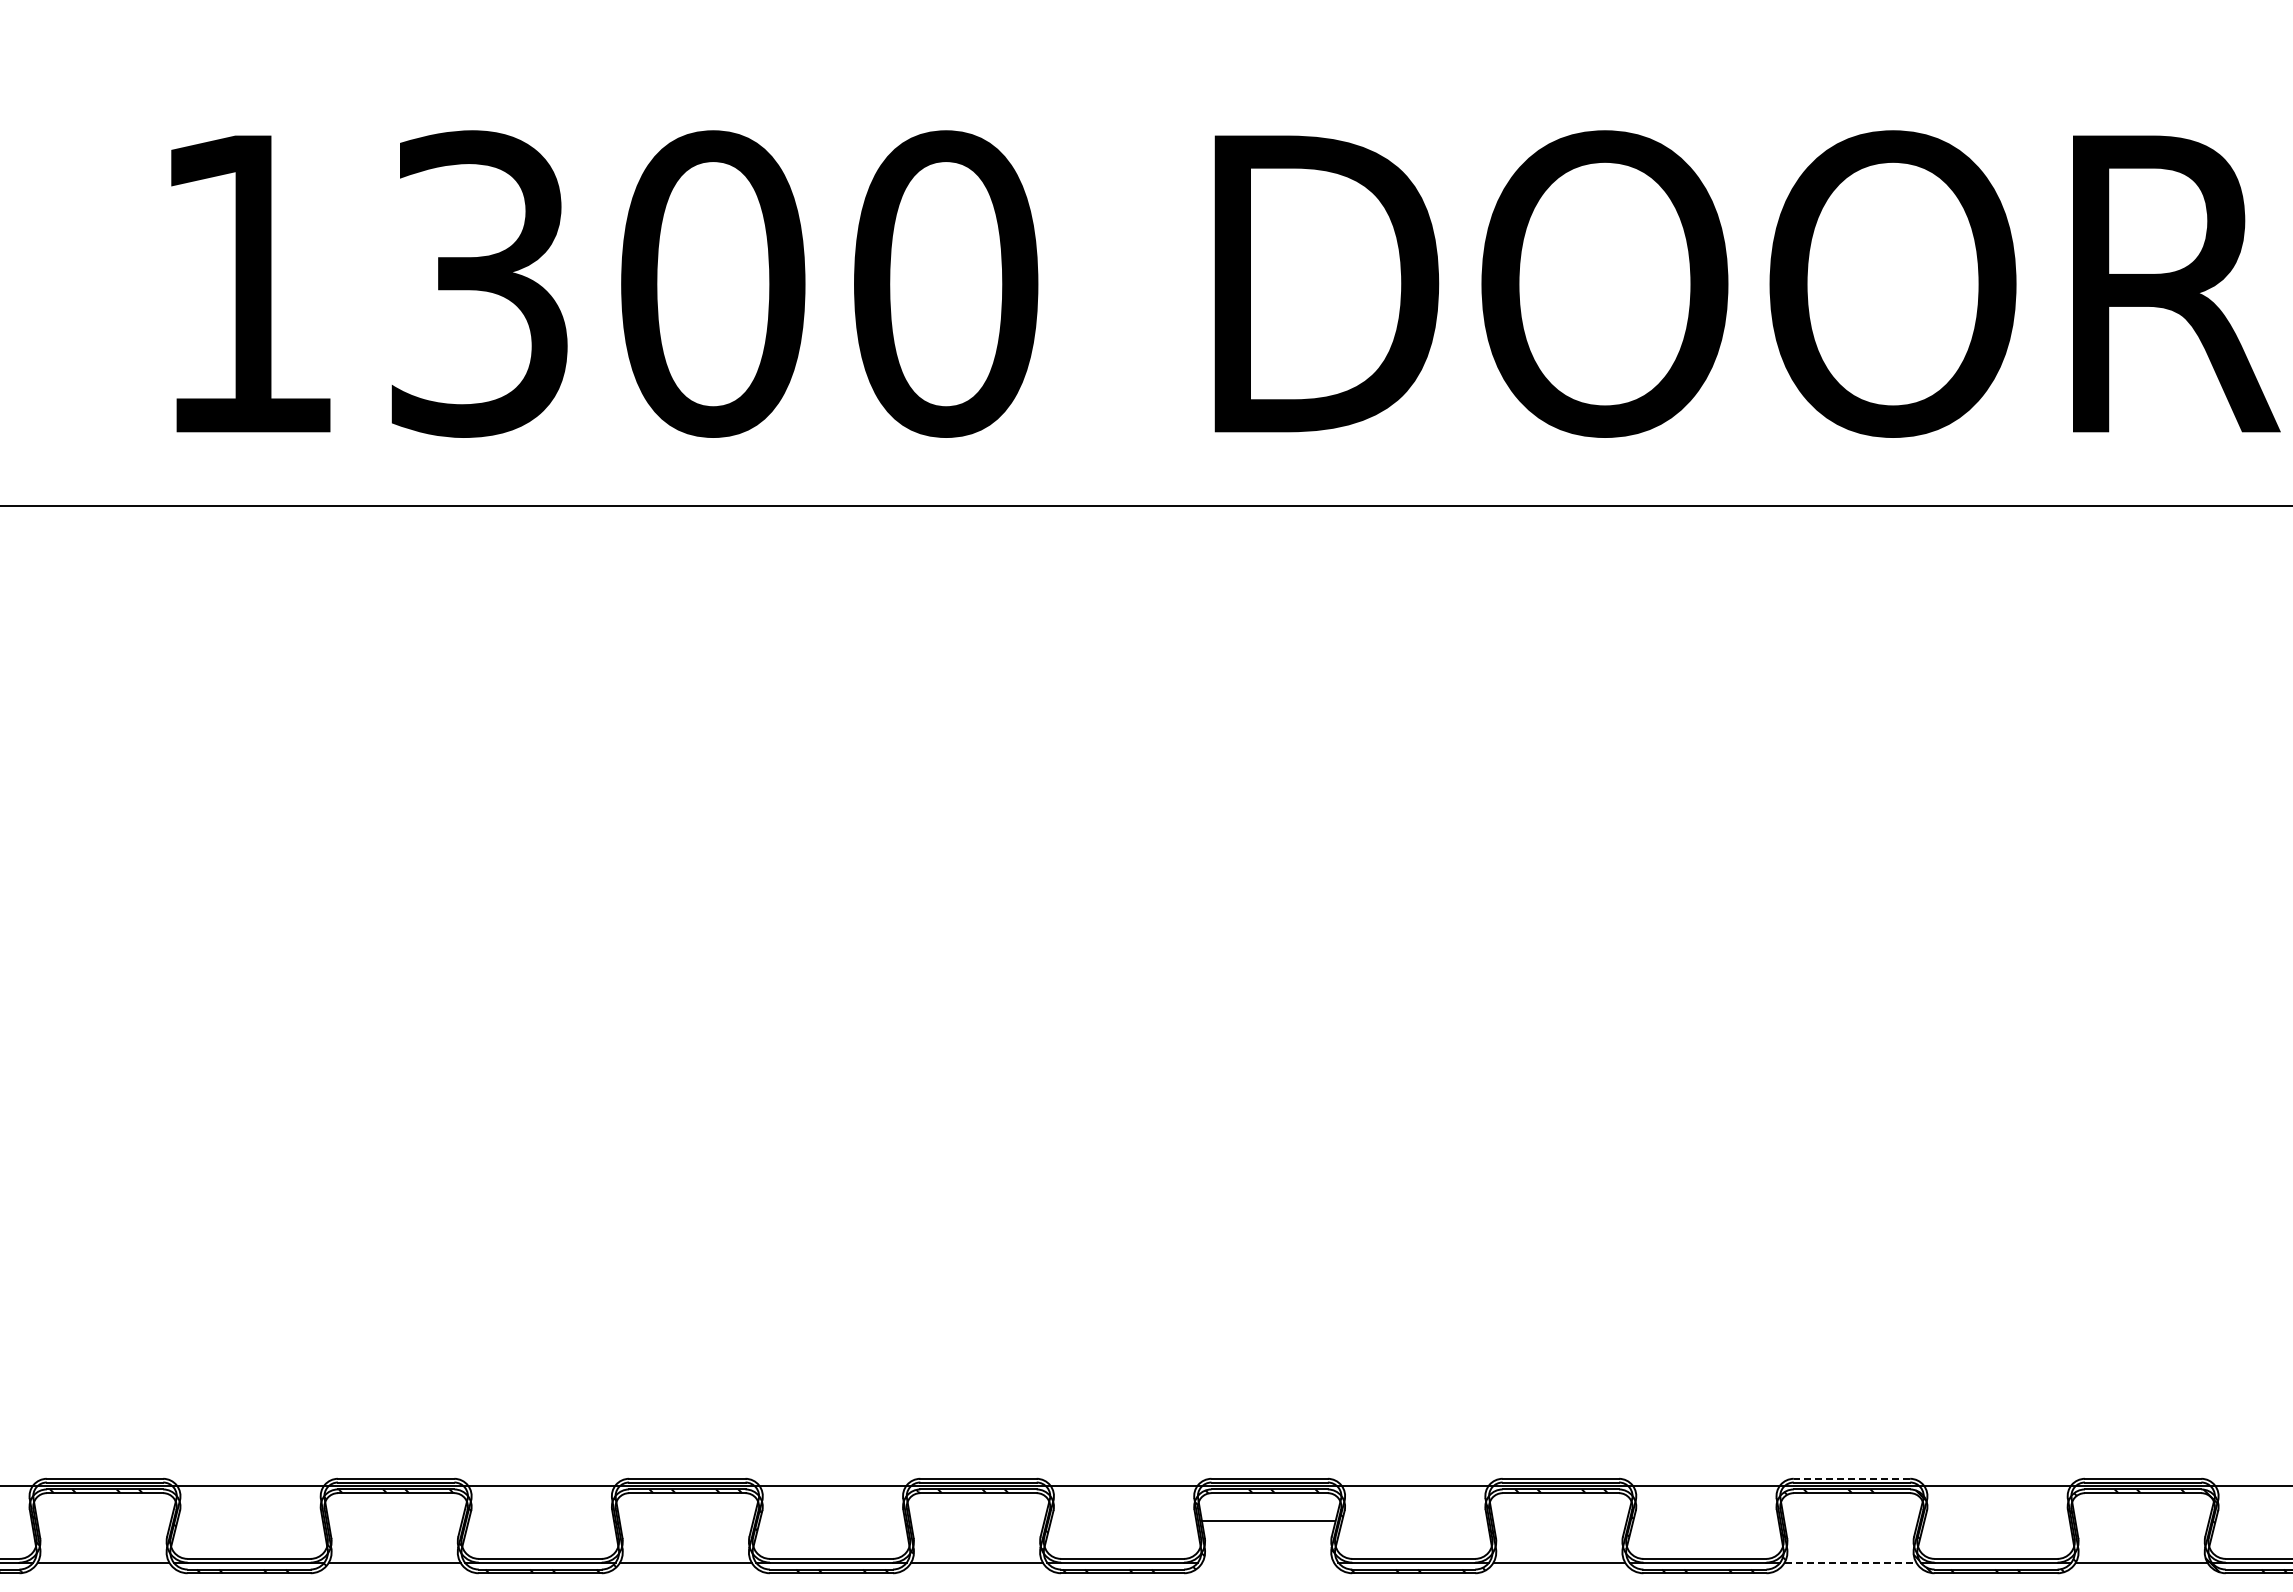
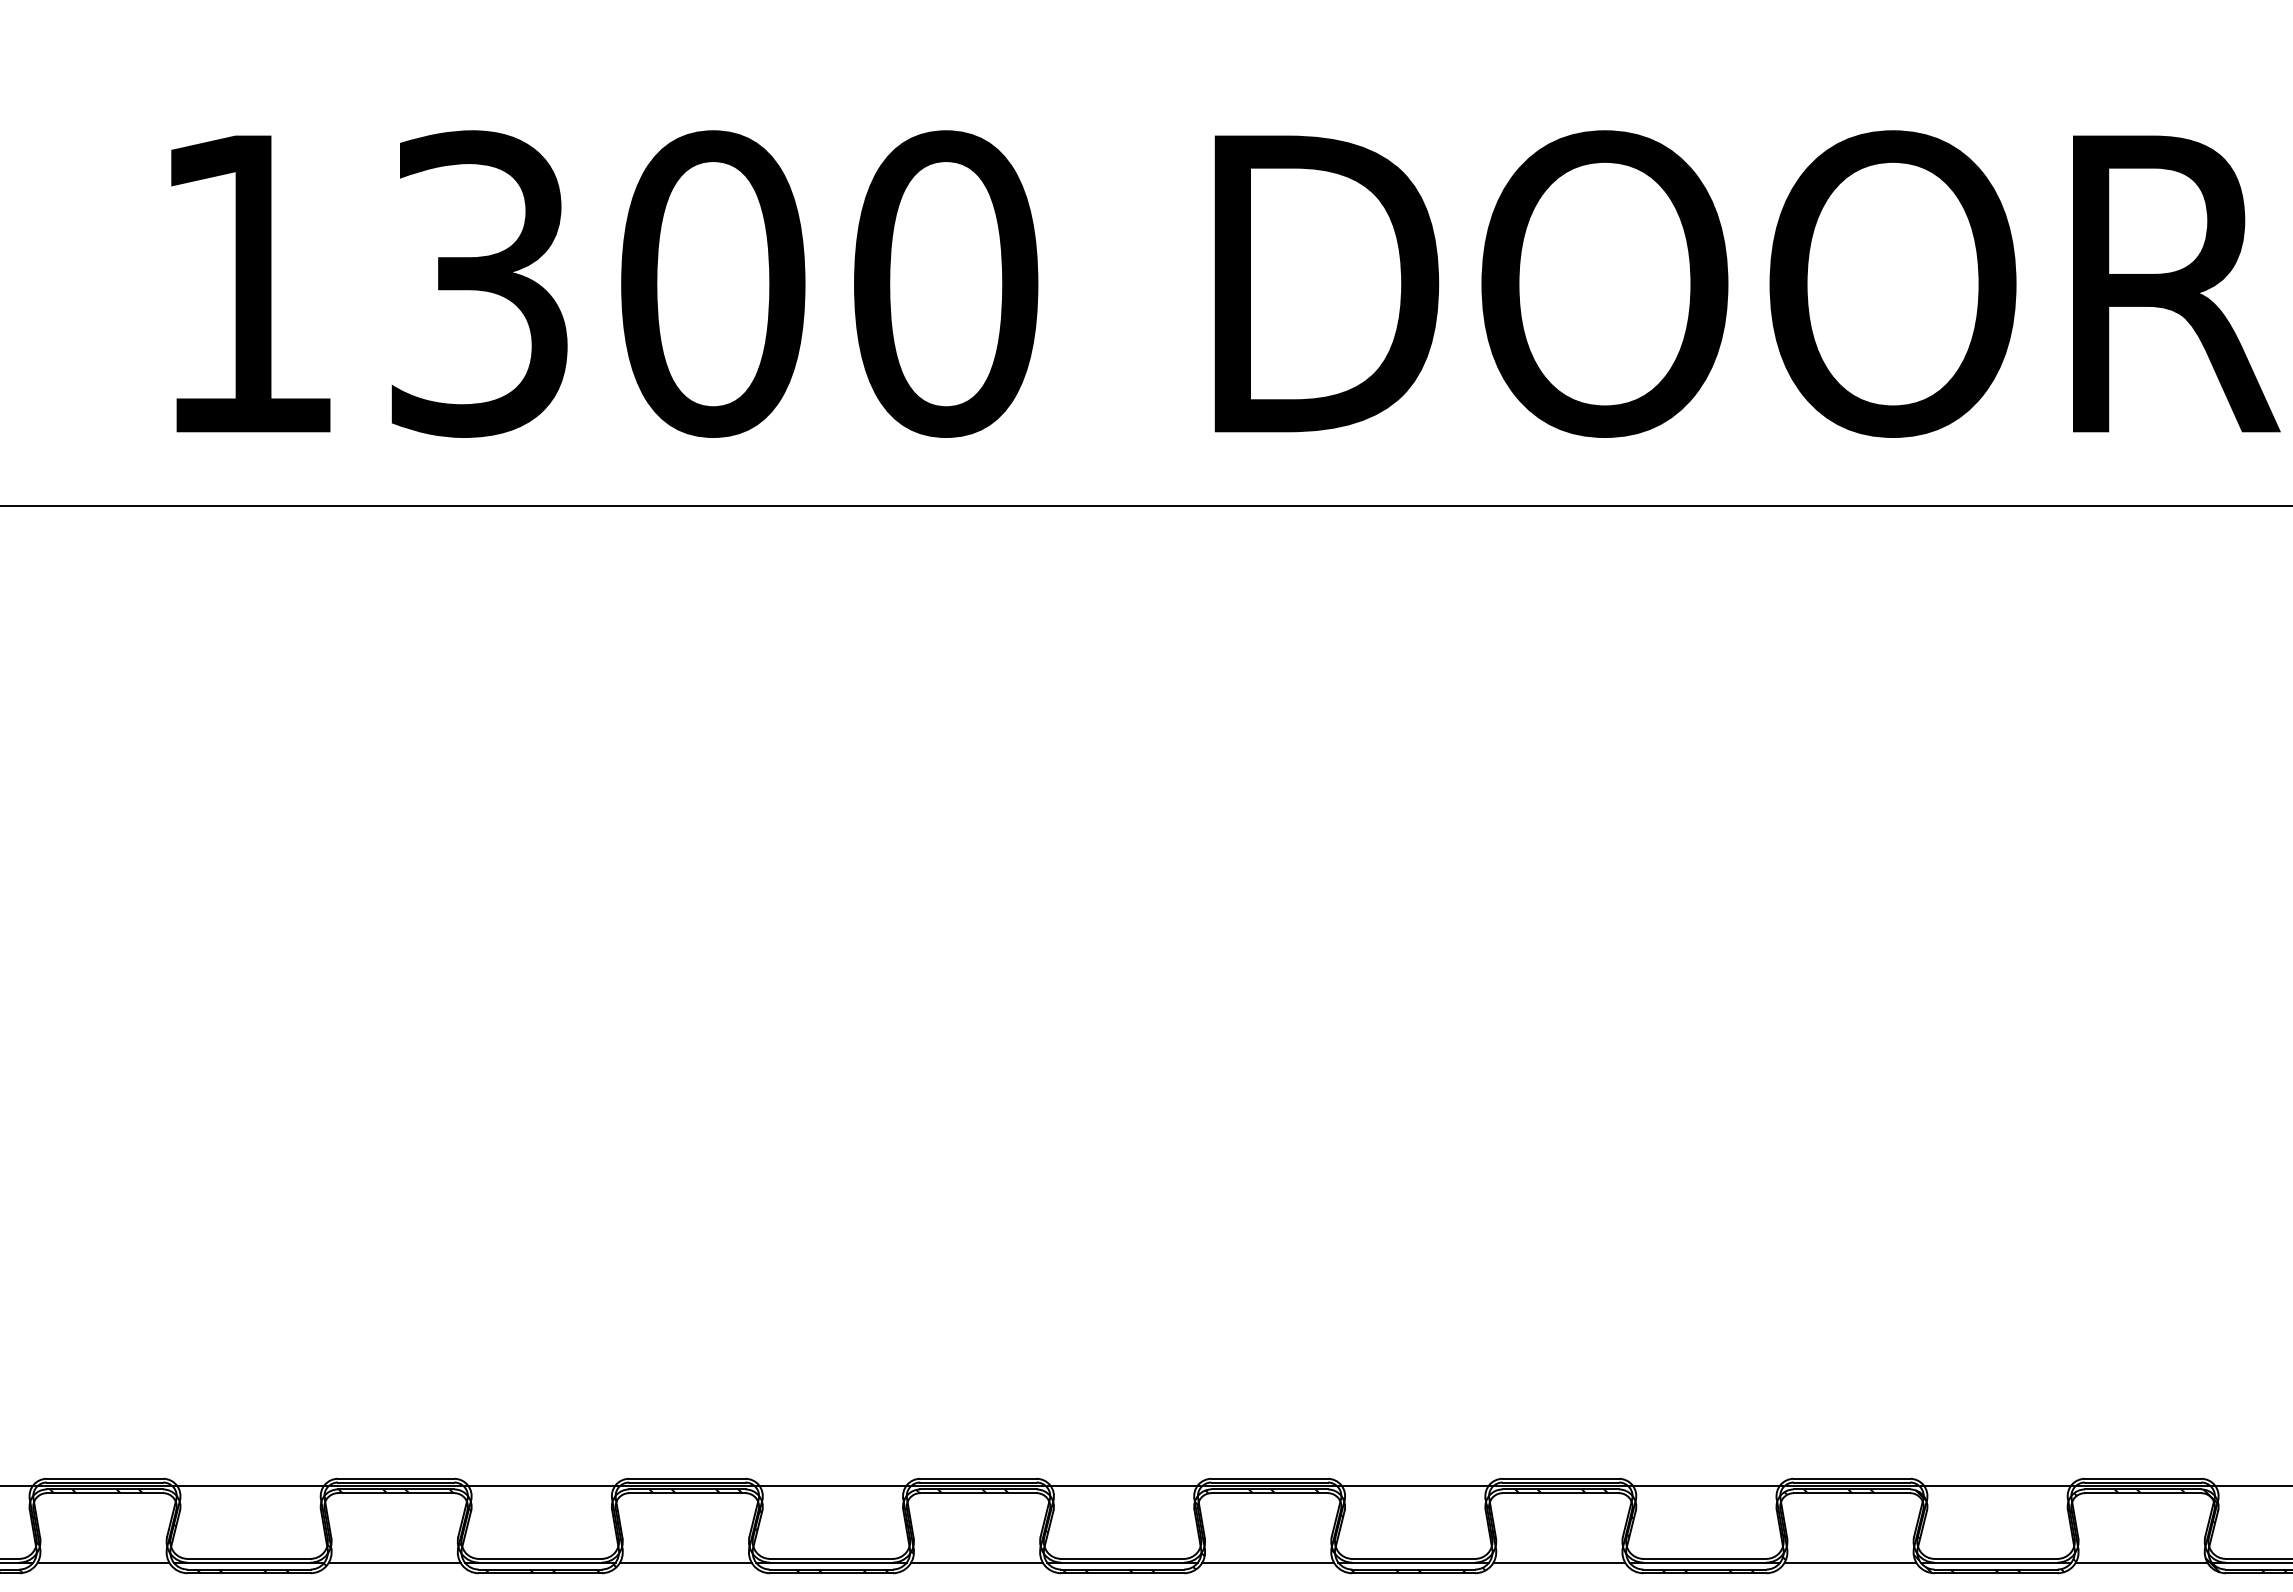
line at (1851, 1478): dashed -> solid
line at (1268, 1520) position: (1268, 1520) -> (1268, 1562)
line at (1850, 1562): dashed -> solid
